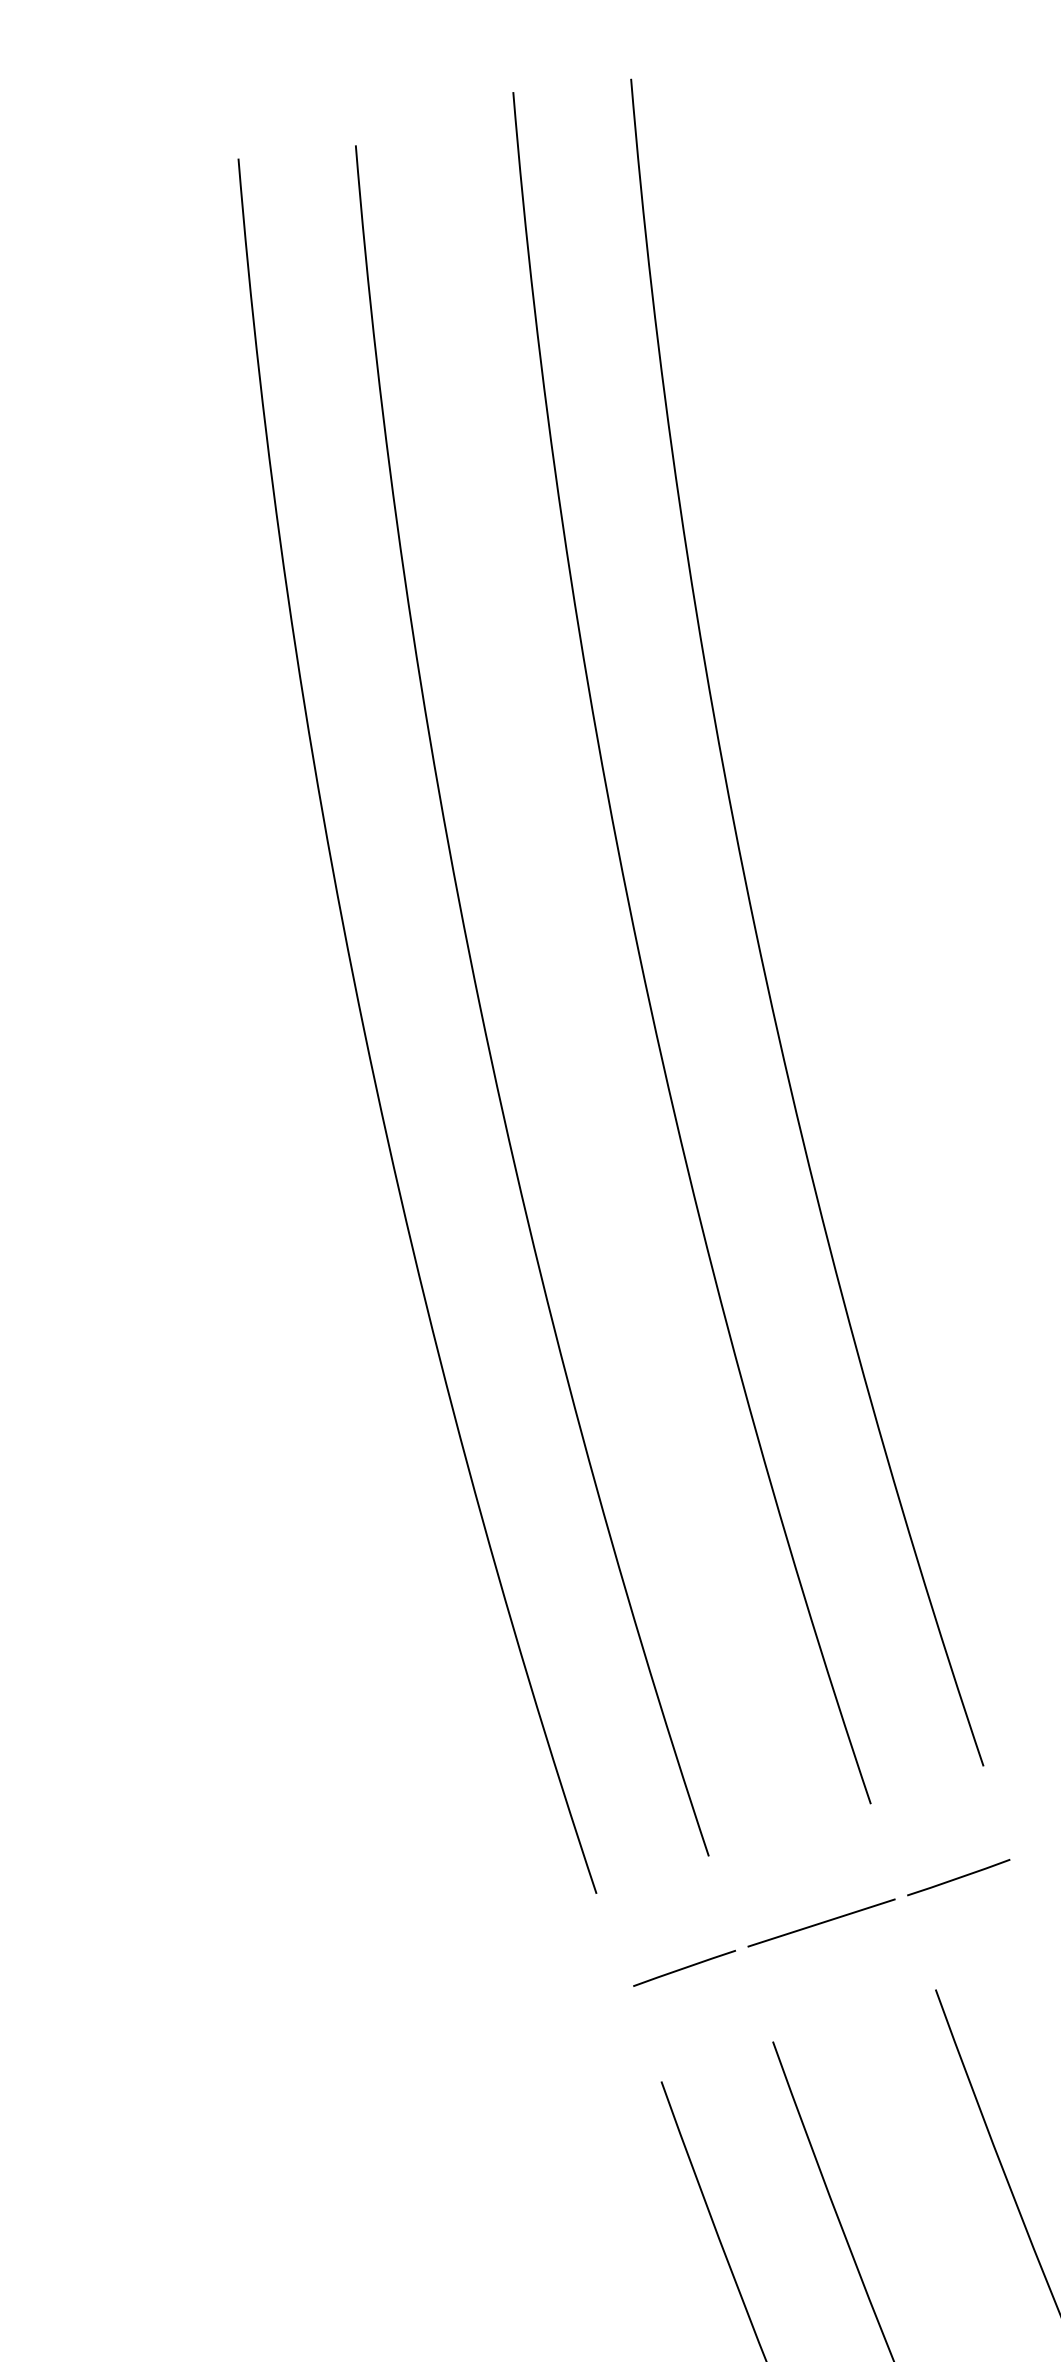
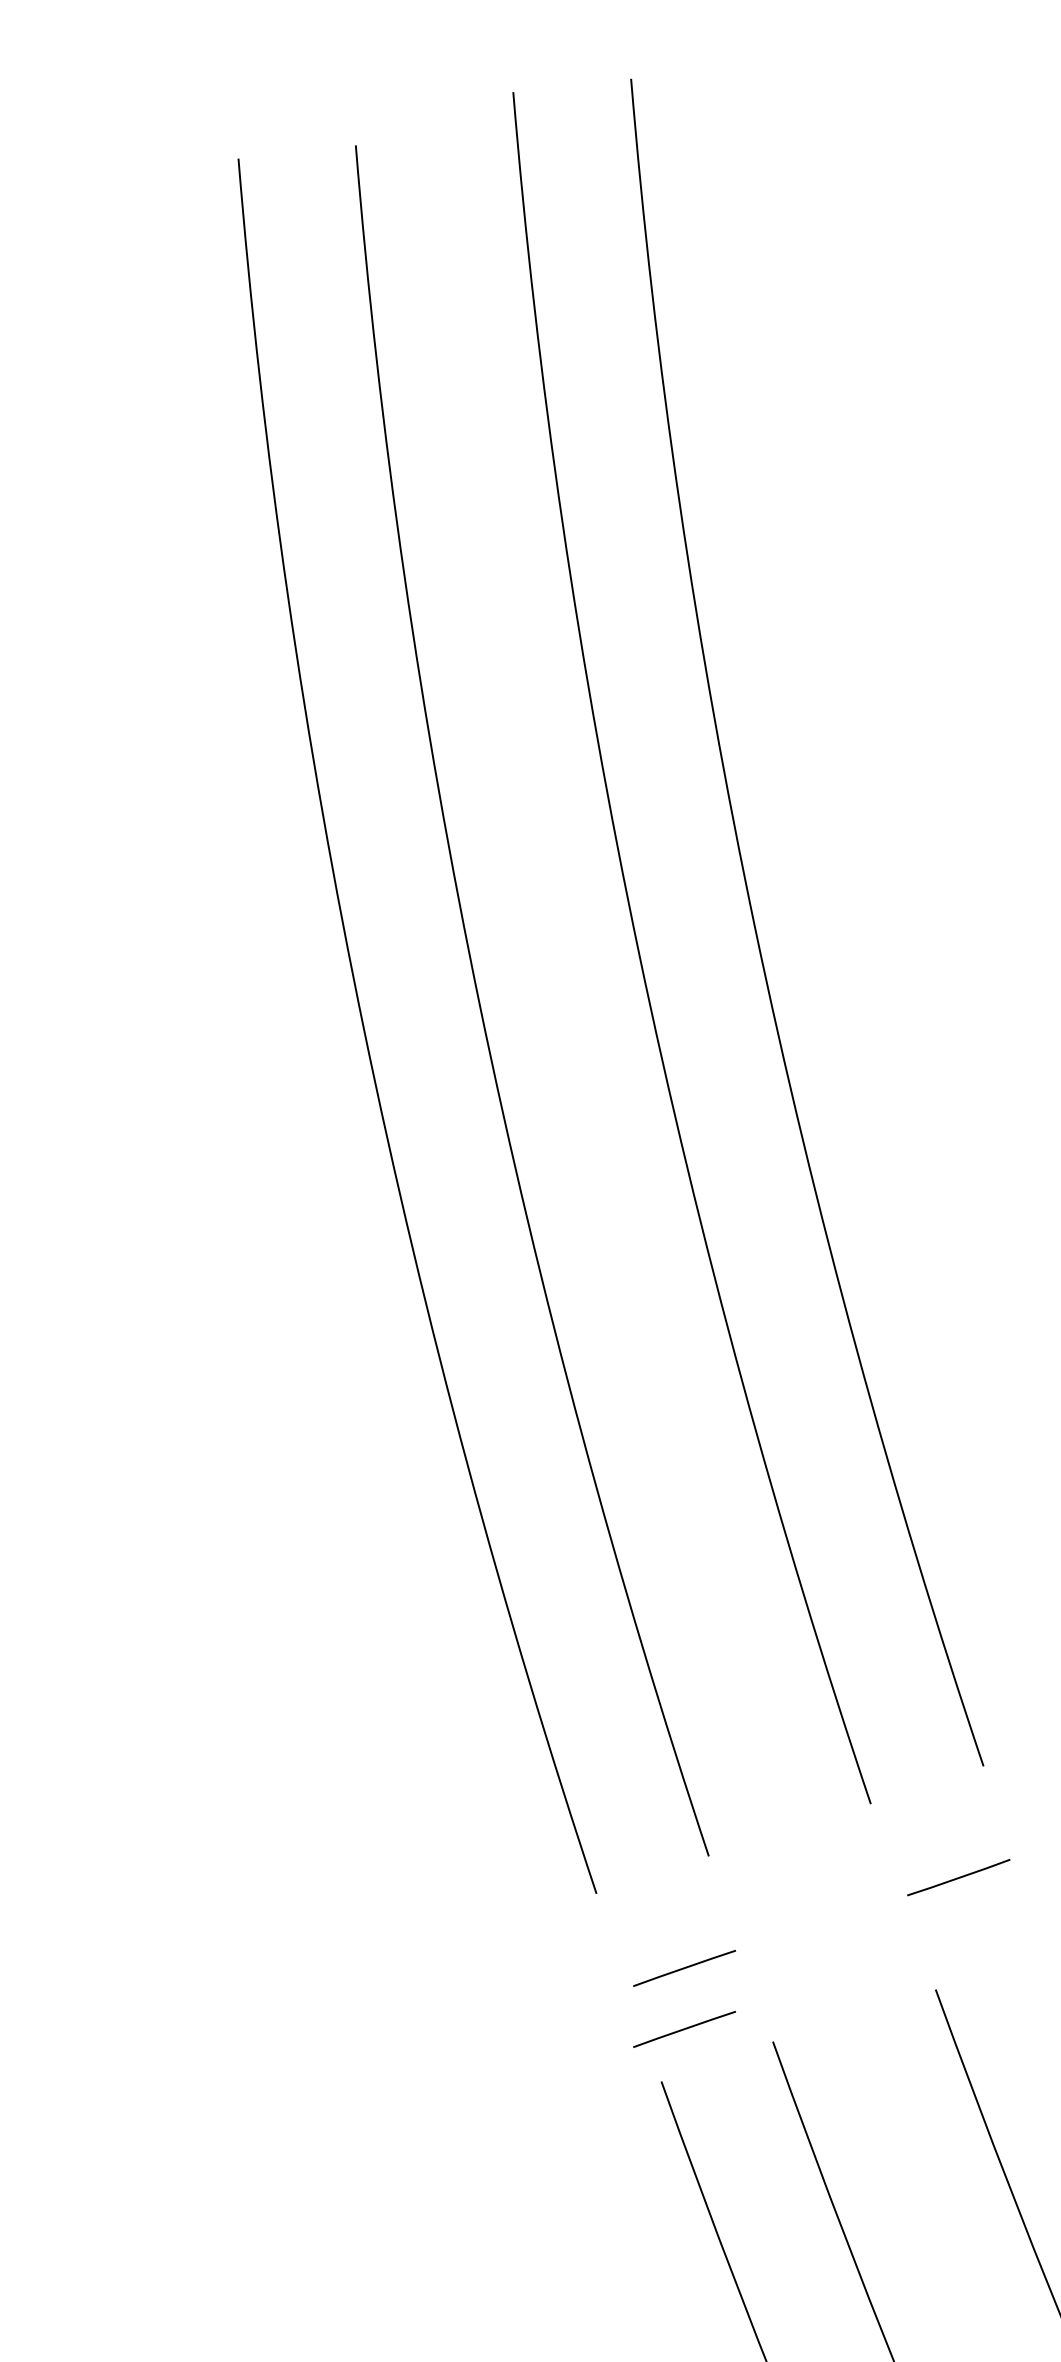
line at (821, 1922): present -> none
line at (684, 2028): none -> present
